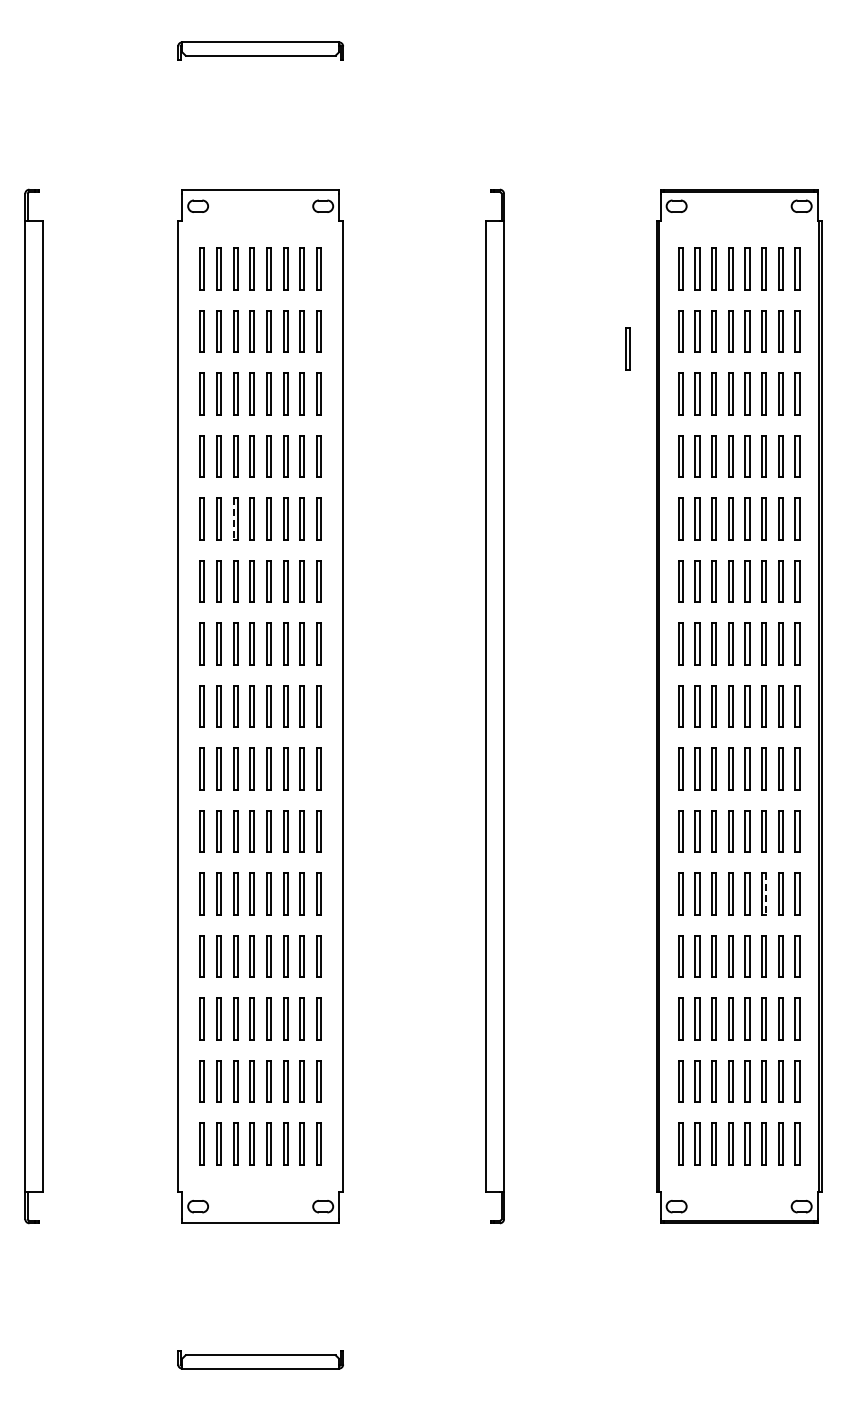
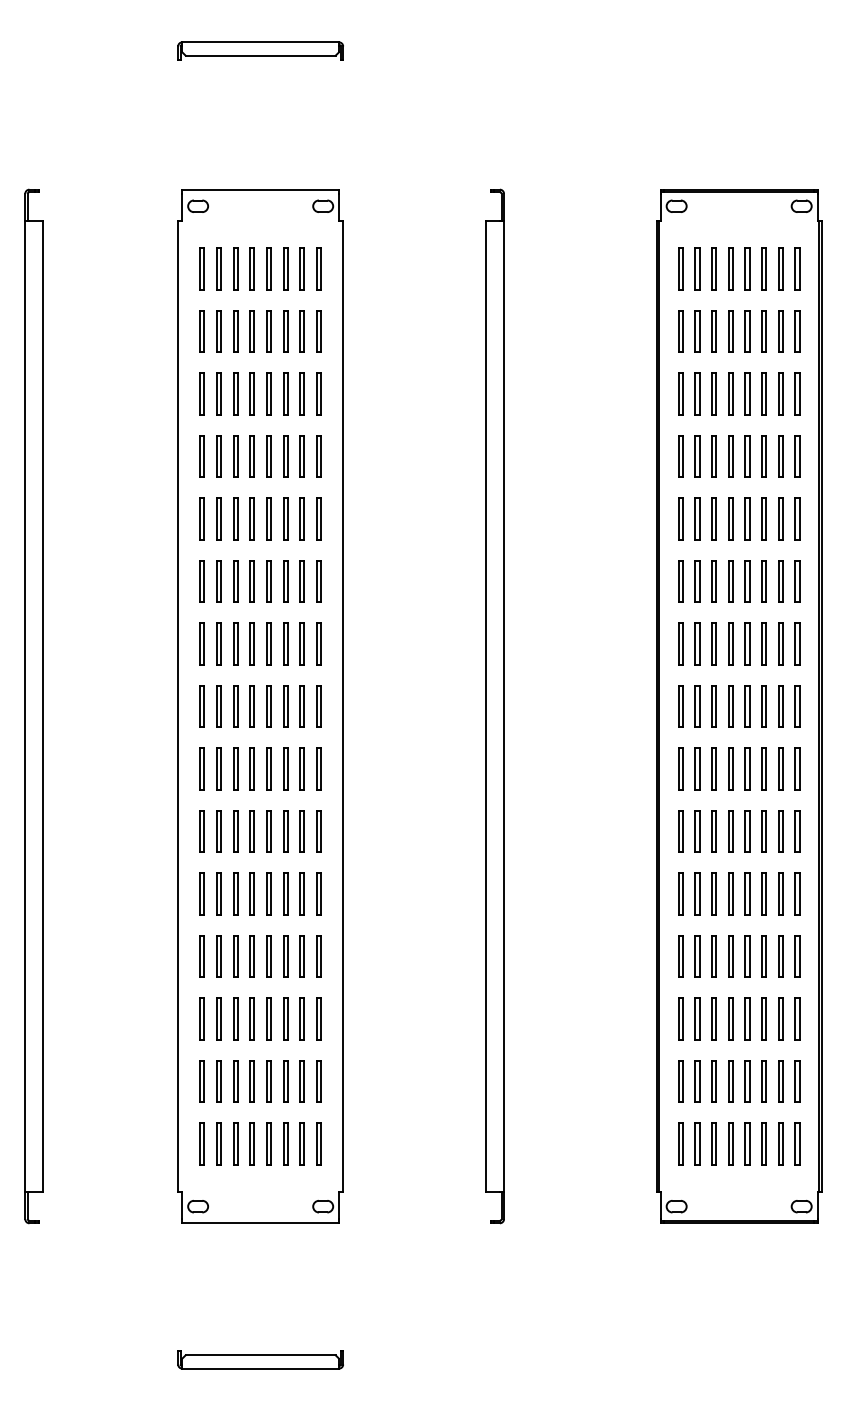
part at (627, 348): present -> none
line at (233, 518): dashed -> solid
line at (766, 894): dashed -> solid
